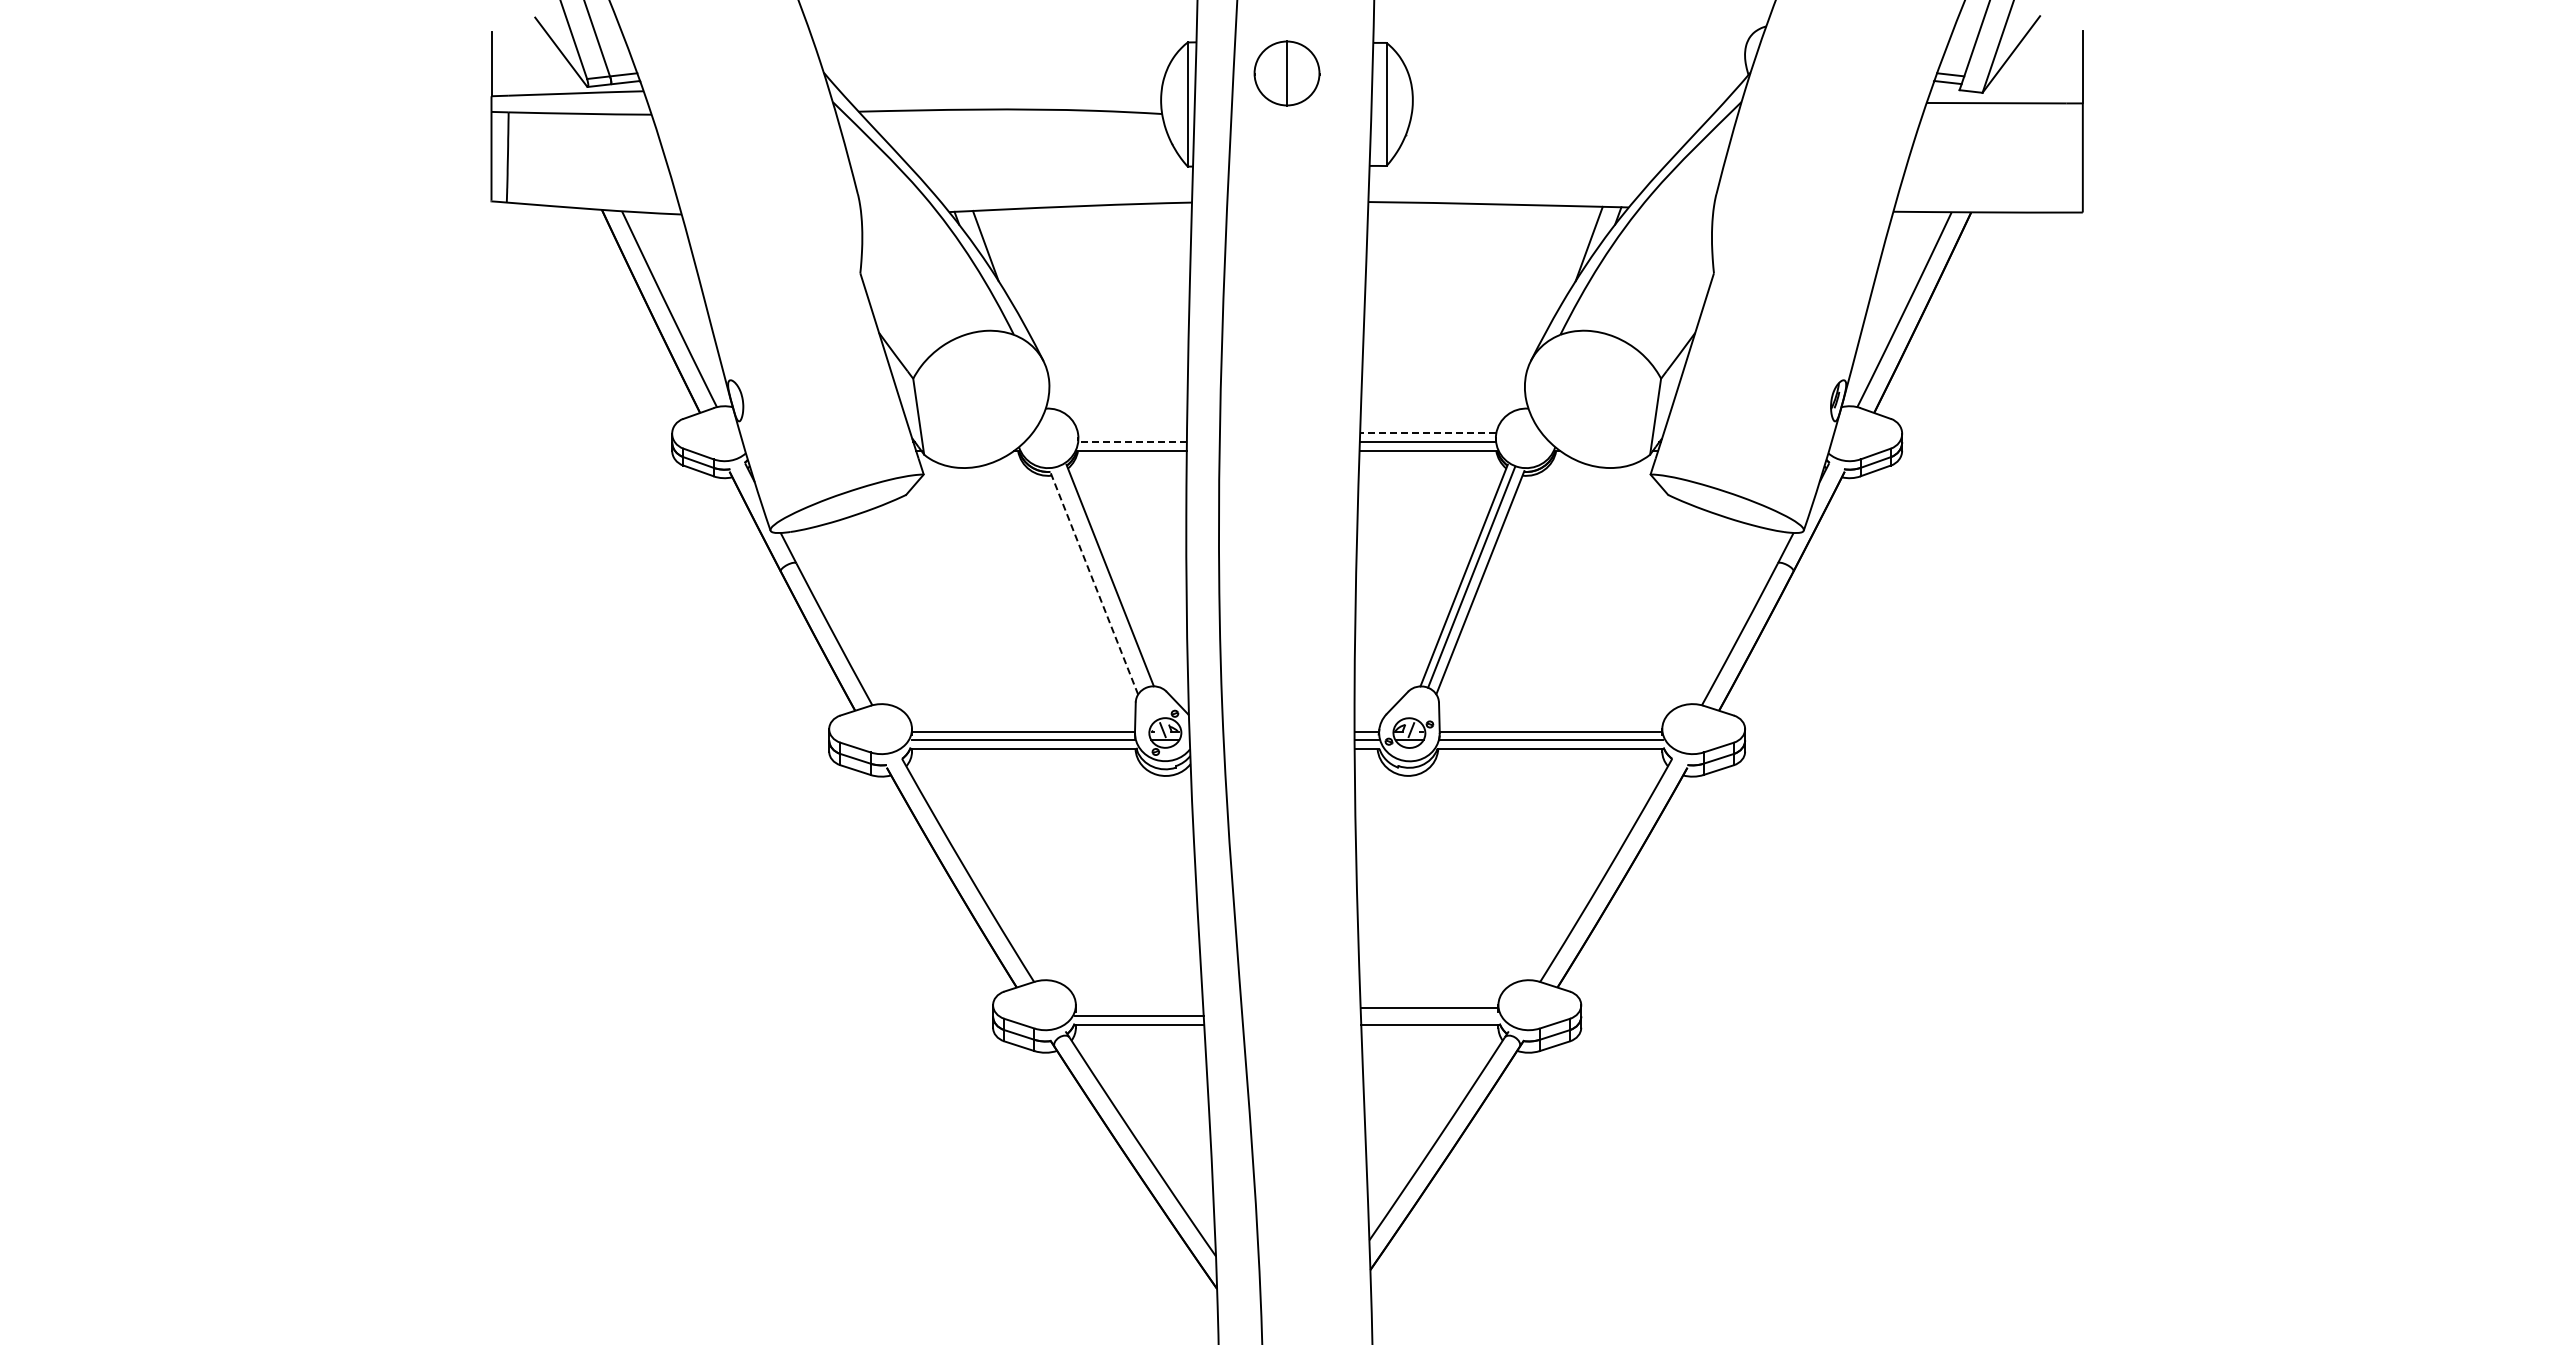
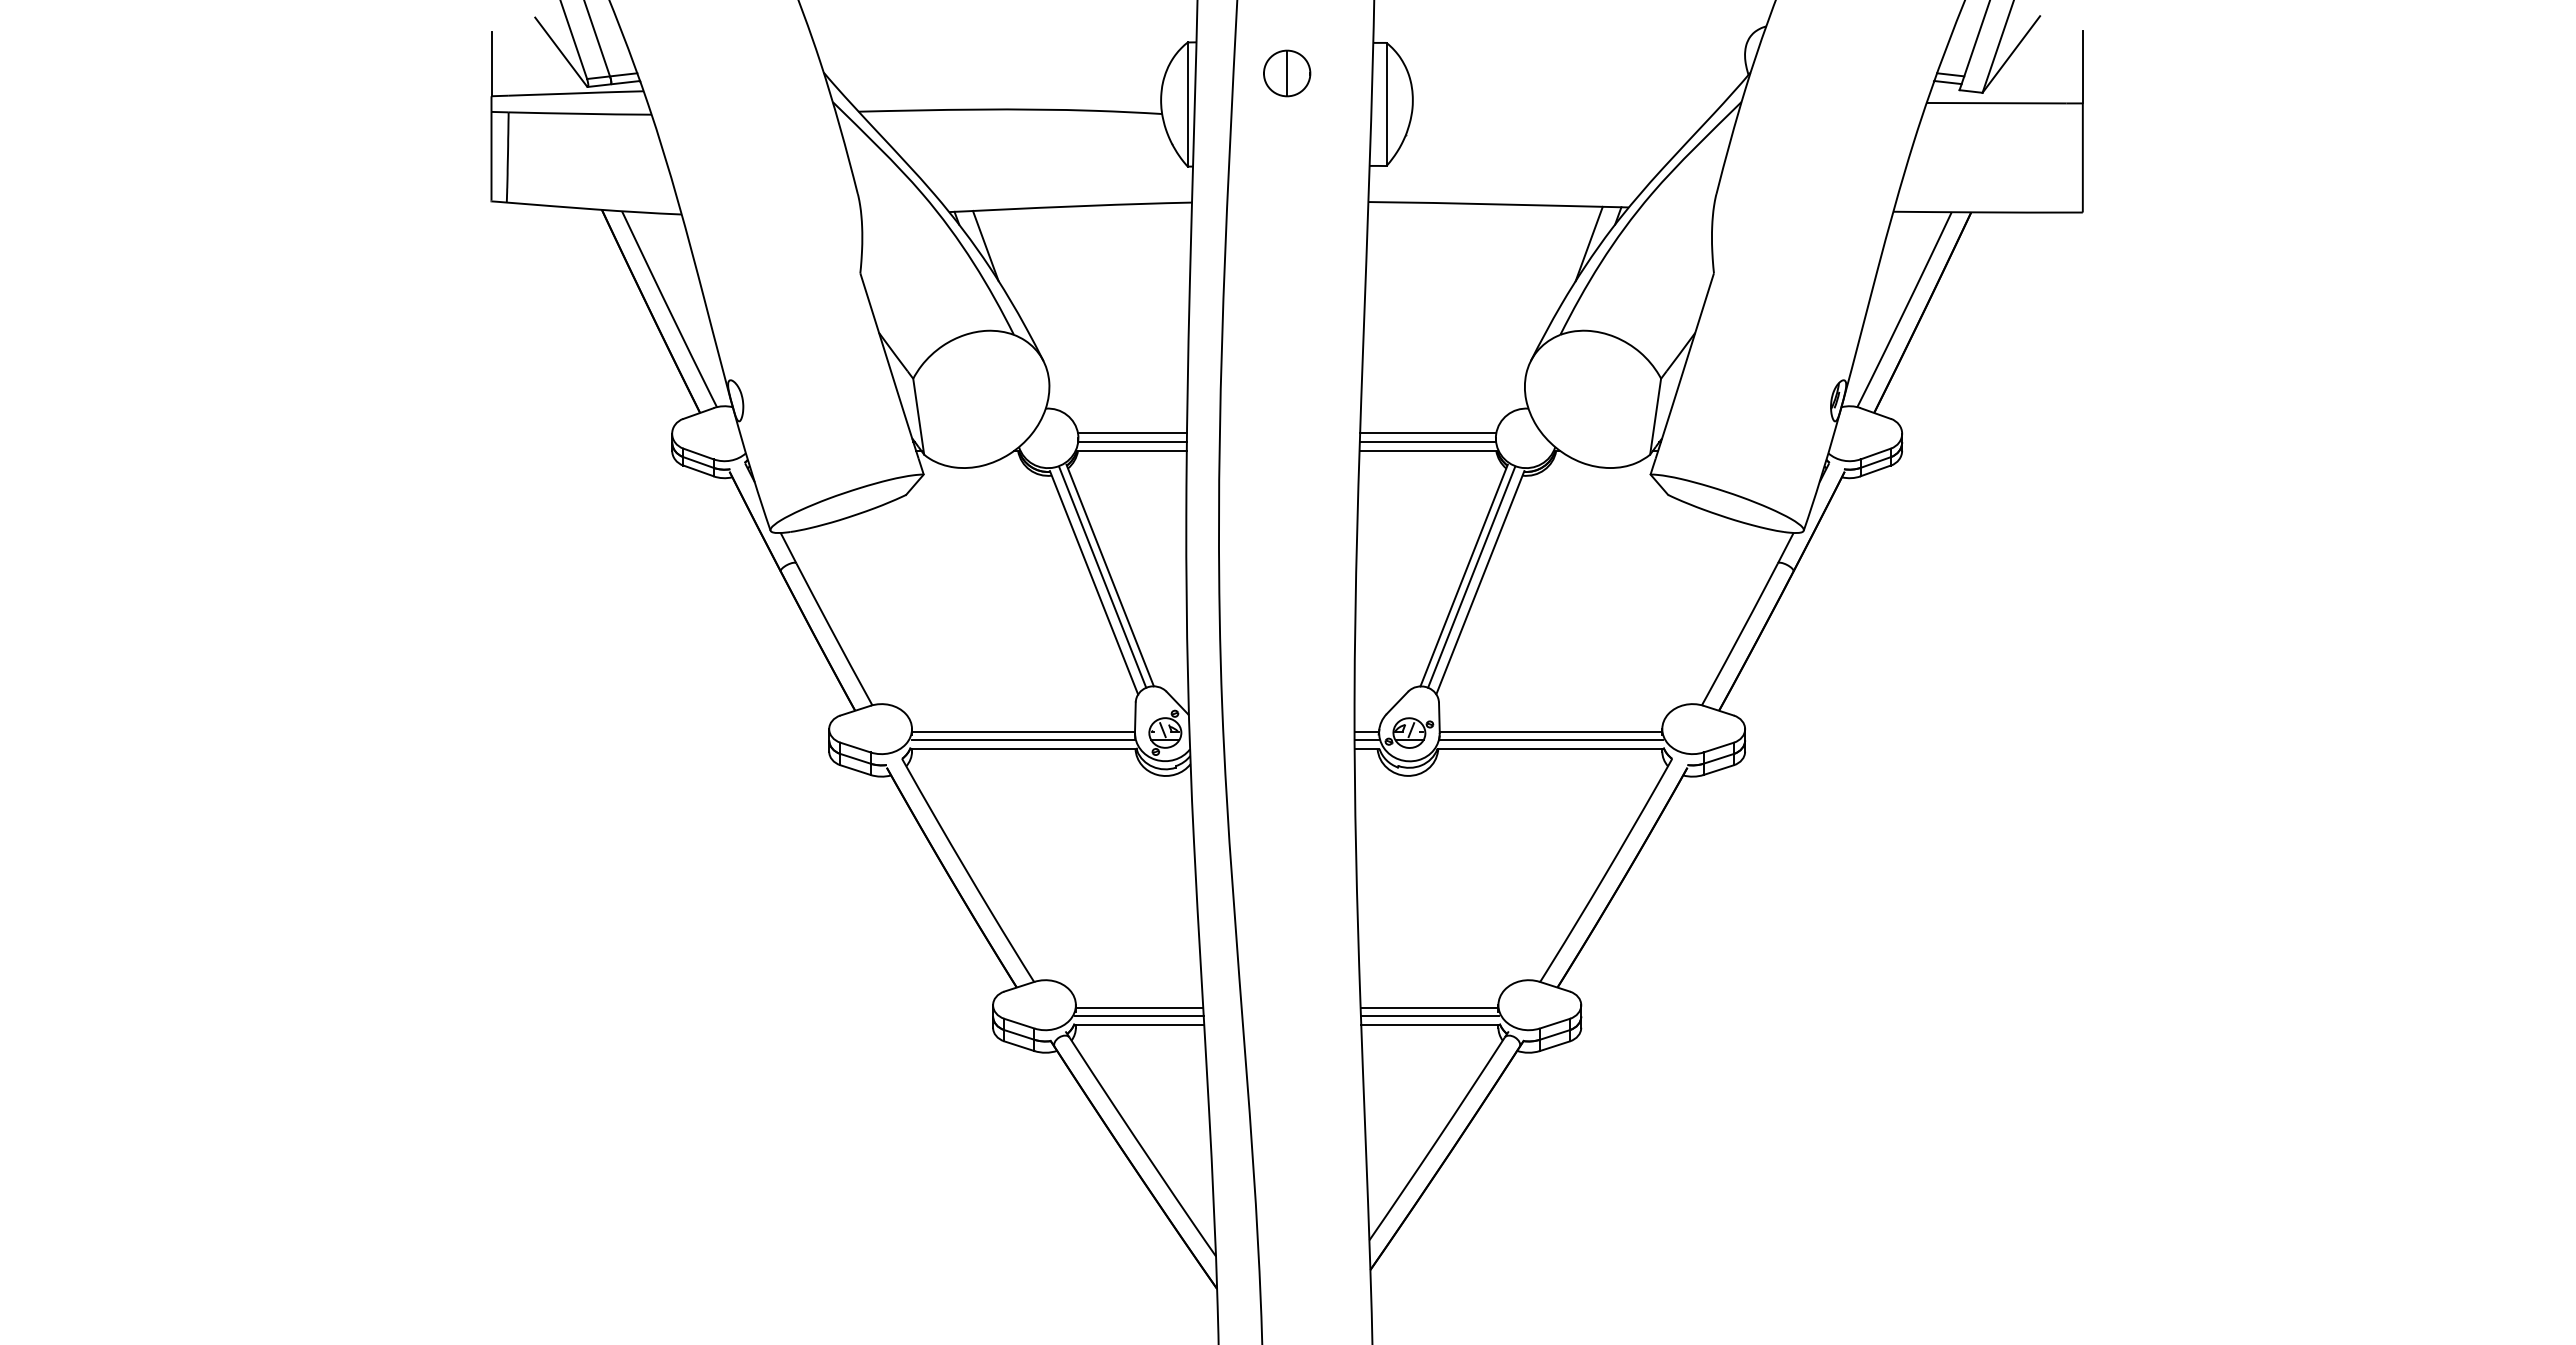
part at (1286, 73) size: 68x67 px -> 49x49 px
line at (1132, 433): none -> present
line at (1427, 433): dashed -> solid
line at (1132, 442): dashed -> solid
line at (1102, 577): none -> present
line at (1093, 582): dashed -> solid
line at (1139, 1007): none -> present
line at (1429, 1016): none -> present
